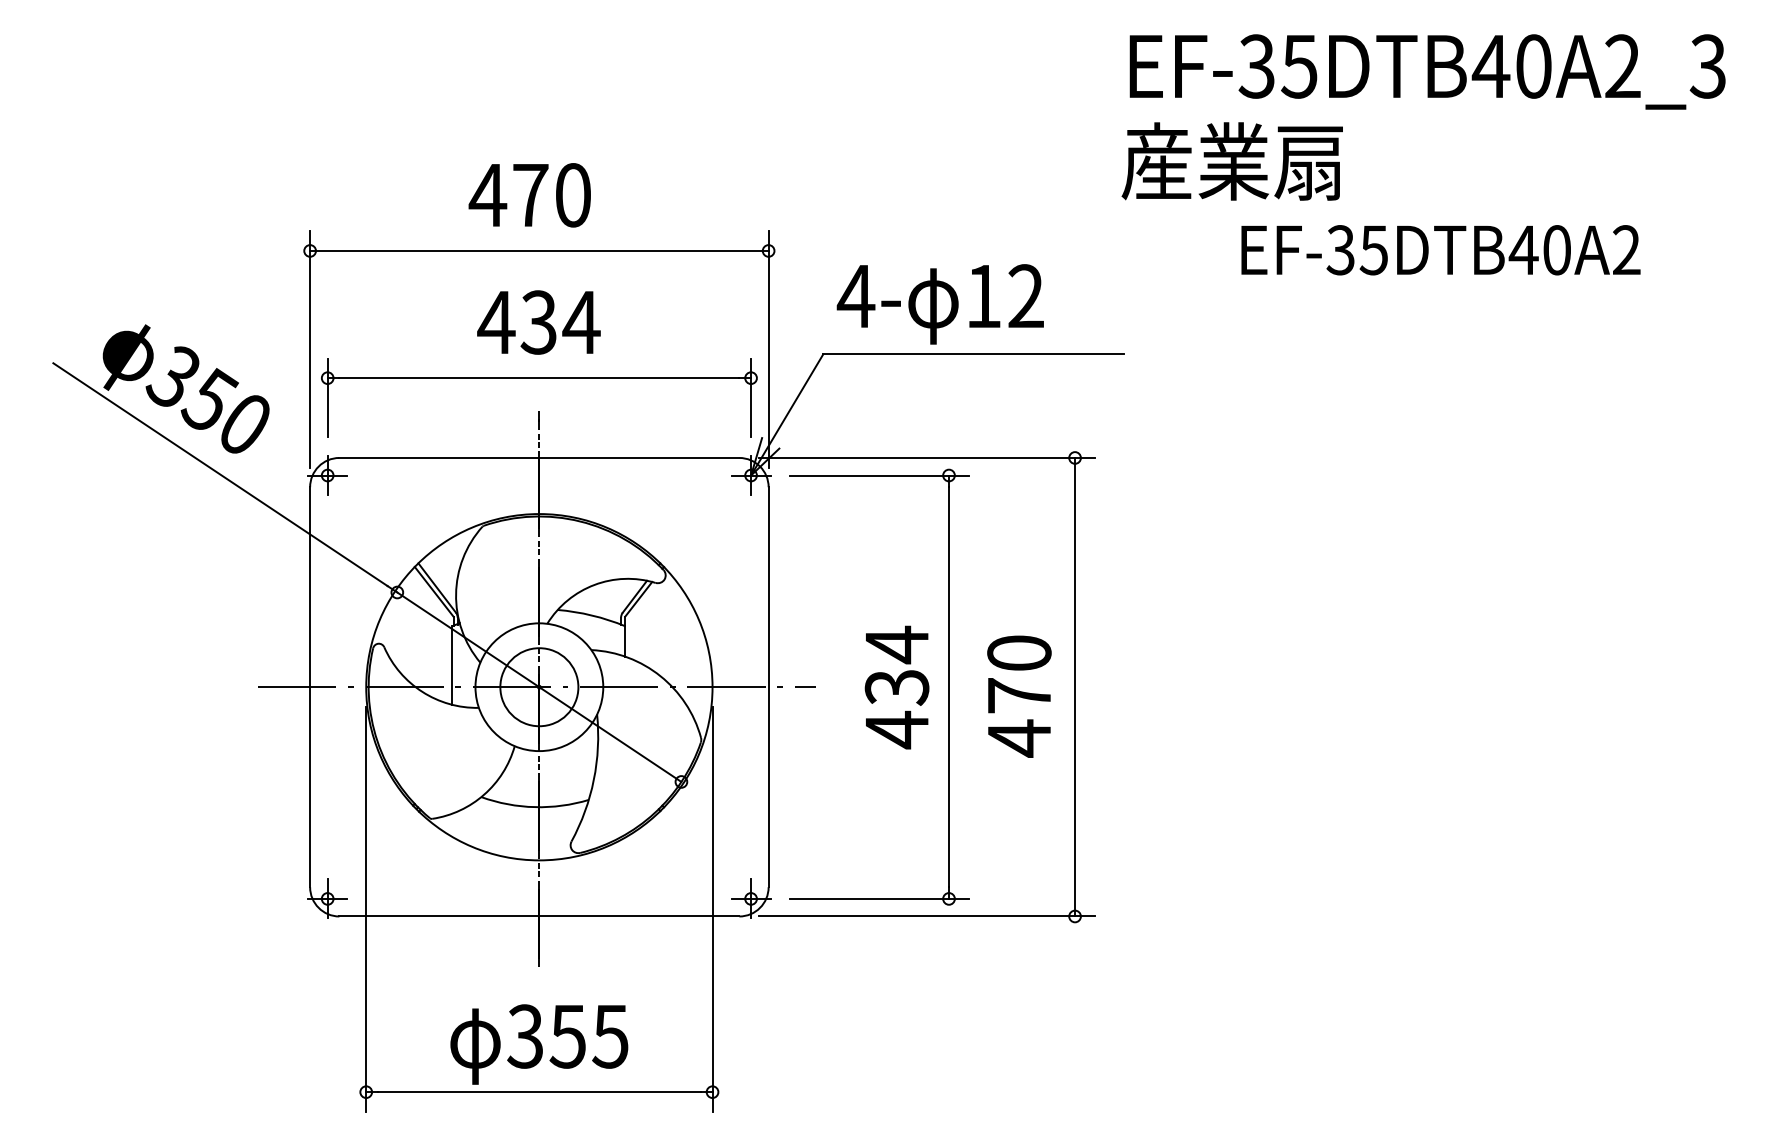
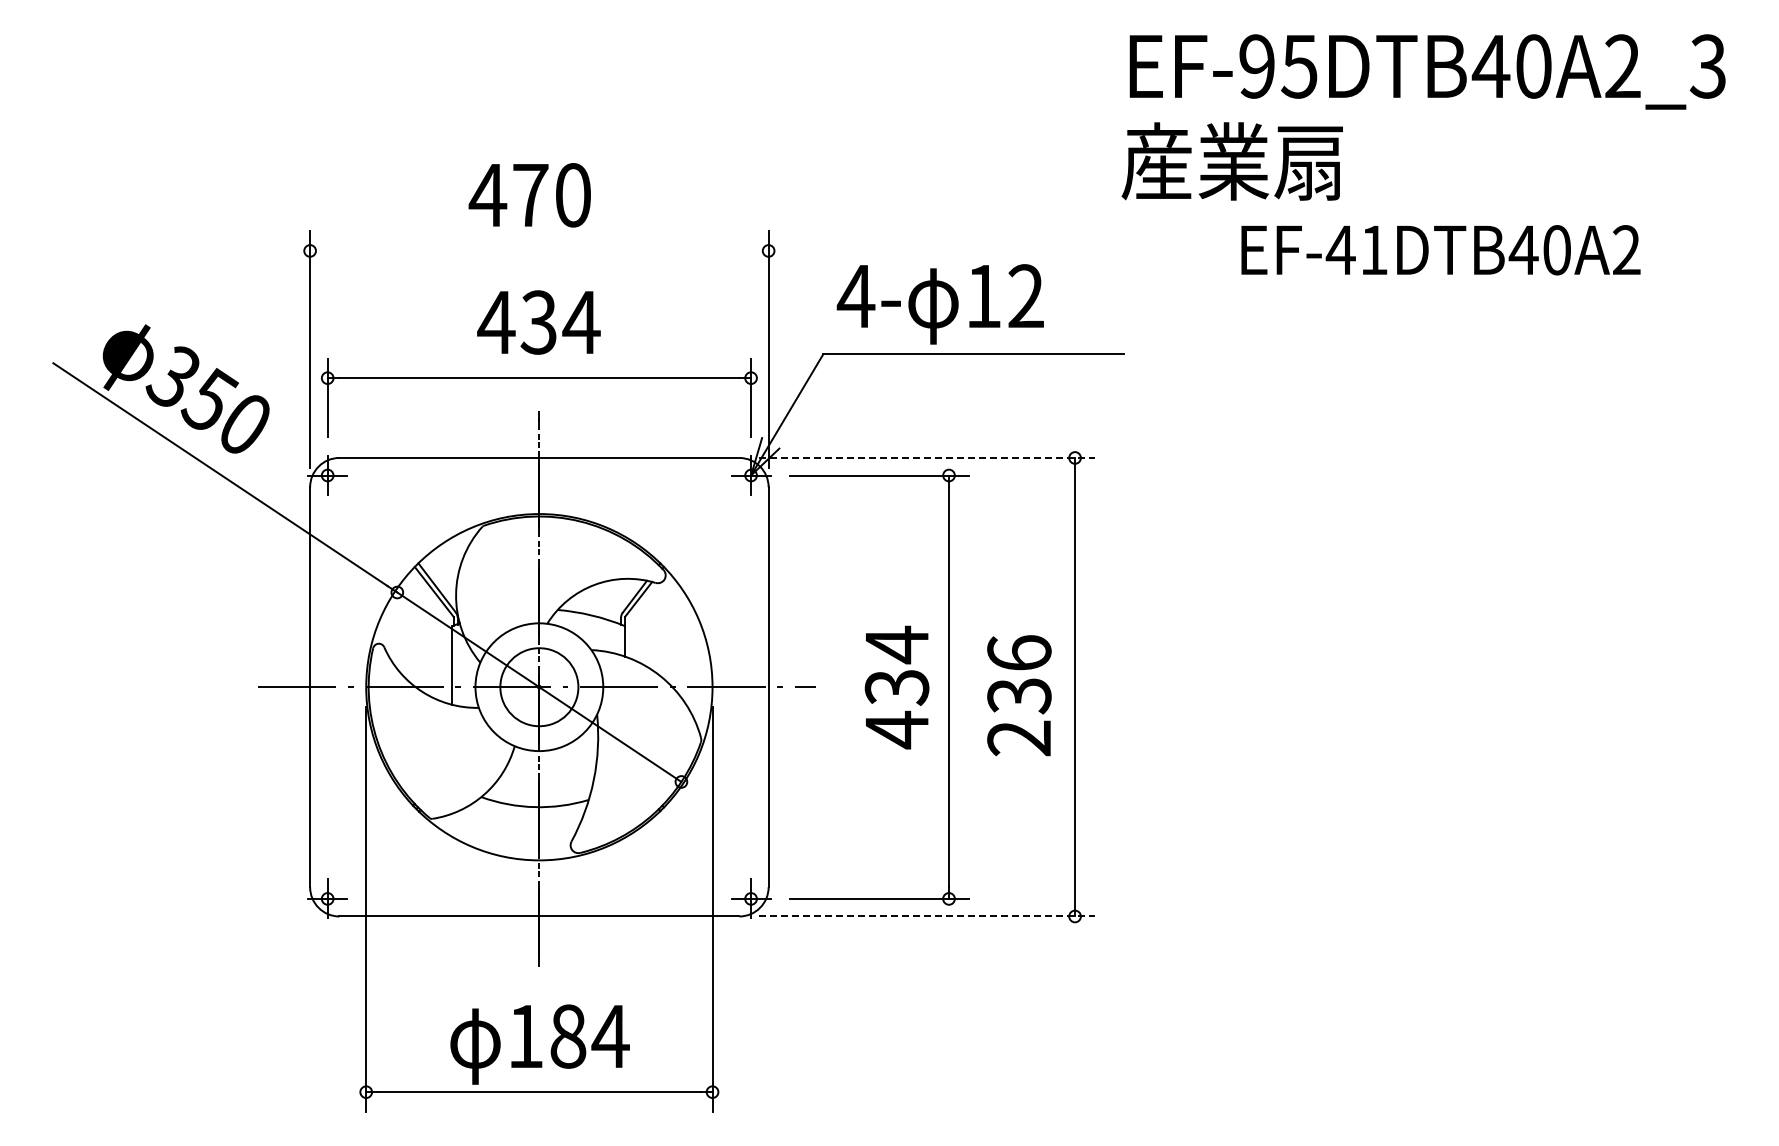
text at (1256, 66): EF-35DTB40A2_3 -> EF-95DTB40A2_3
line at (539, 250): present -> none
text at (1356, 250): EF-35DTB40A2 -> EF-41DTB40A2
line at (926, 457): solid -> dashed
text at (1019, 696): 470 -> 236
line at (926, 916): solid -> dashed
text at (568, 1036): 355 -> 184
